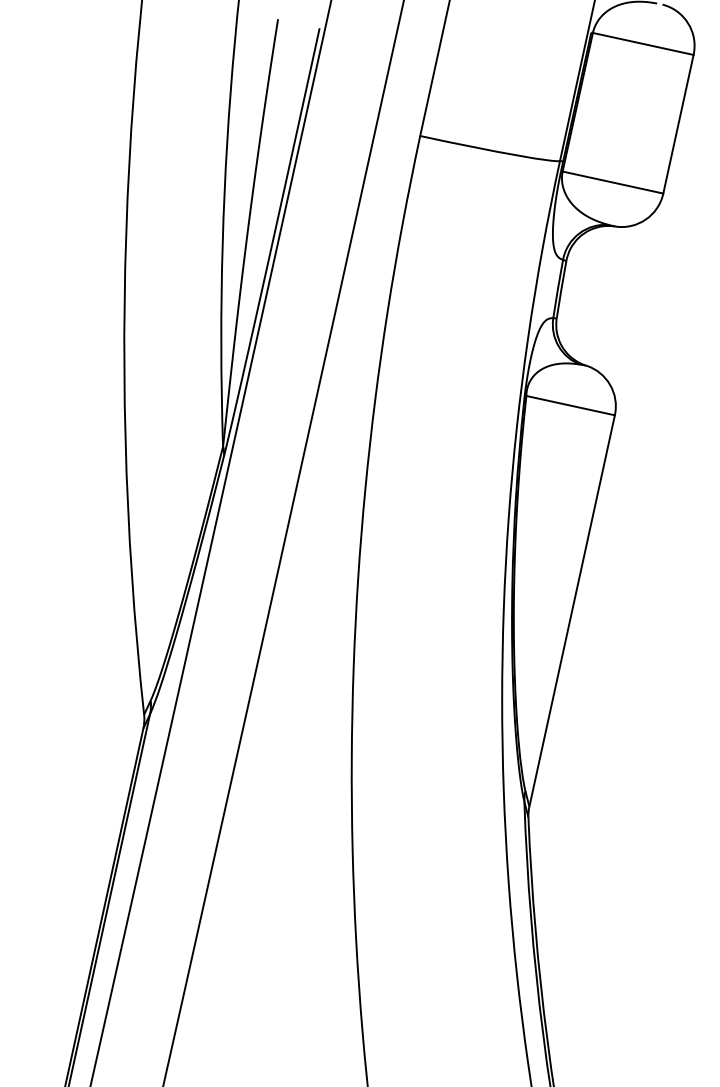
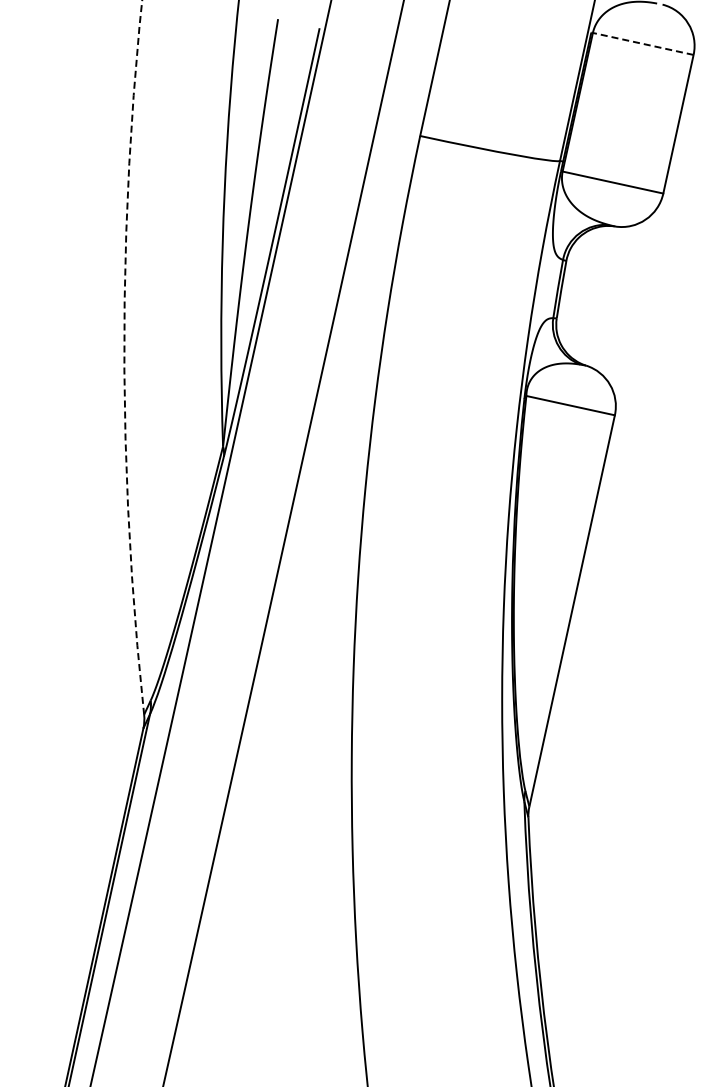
line at (643, 43): solid -> dashed
arc at (124, 356): solid -> dashed
